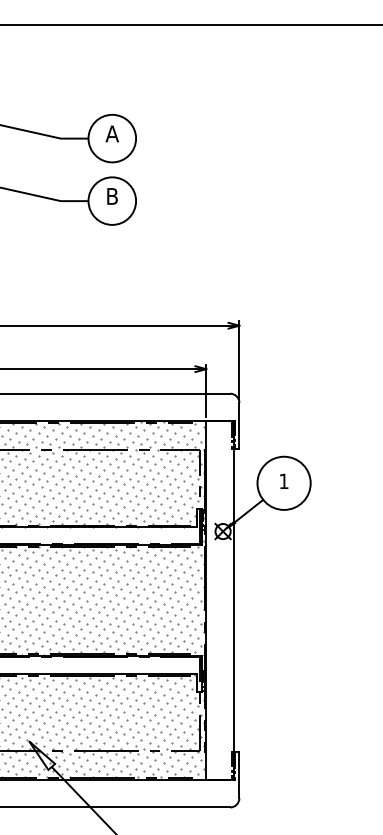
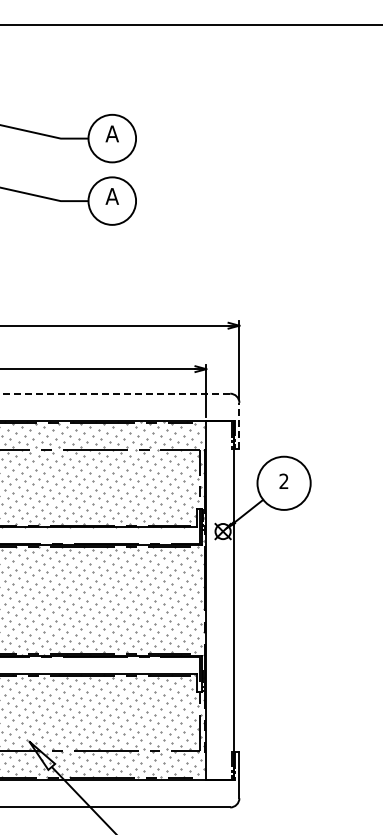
text at (111, 196): B -> A
line at (115, 393): solid -> dashed
line at (239, 425): solid -> dashed
text at (283, 480): 1 -> 2
